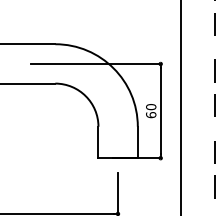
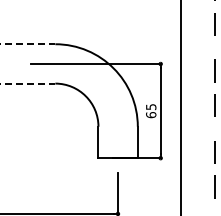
line at (28, 44): solid -> dashed
line at (28, 83): solid -> dashed
text at (151, 107): 60 -> 65
